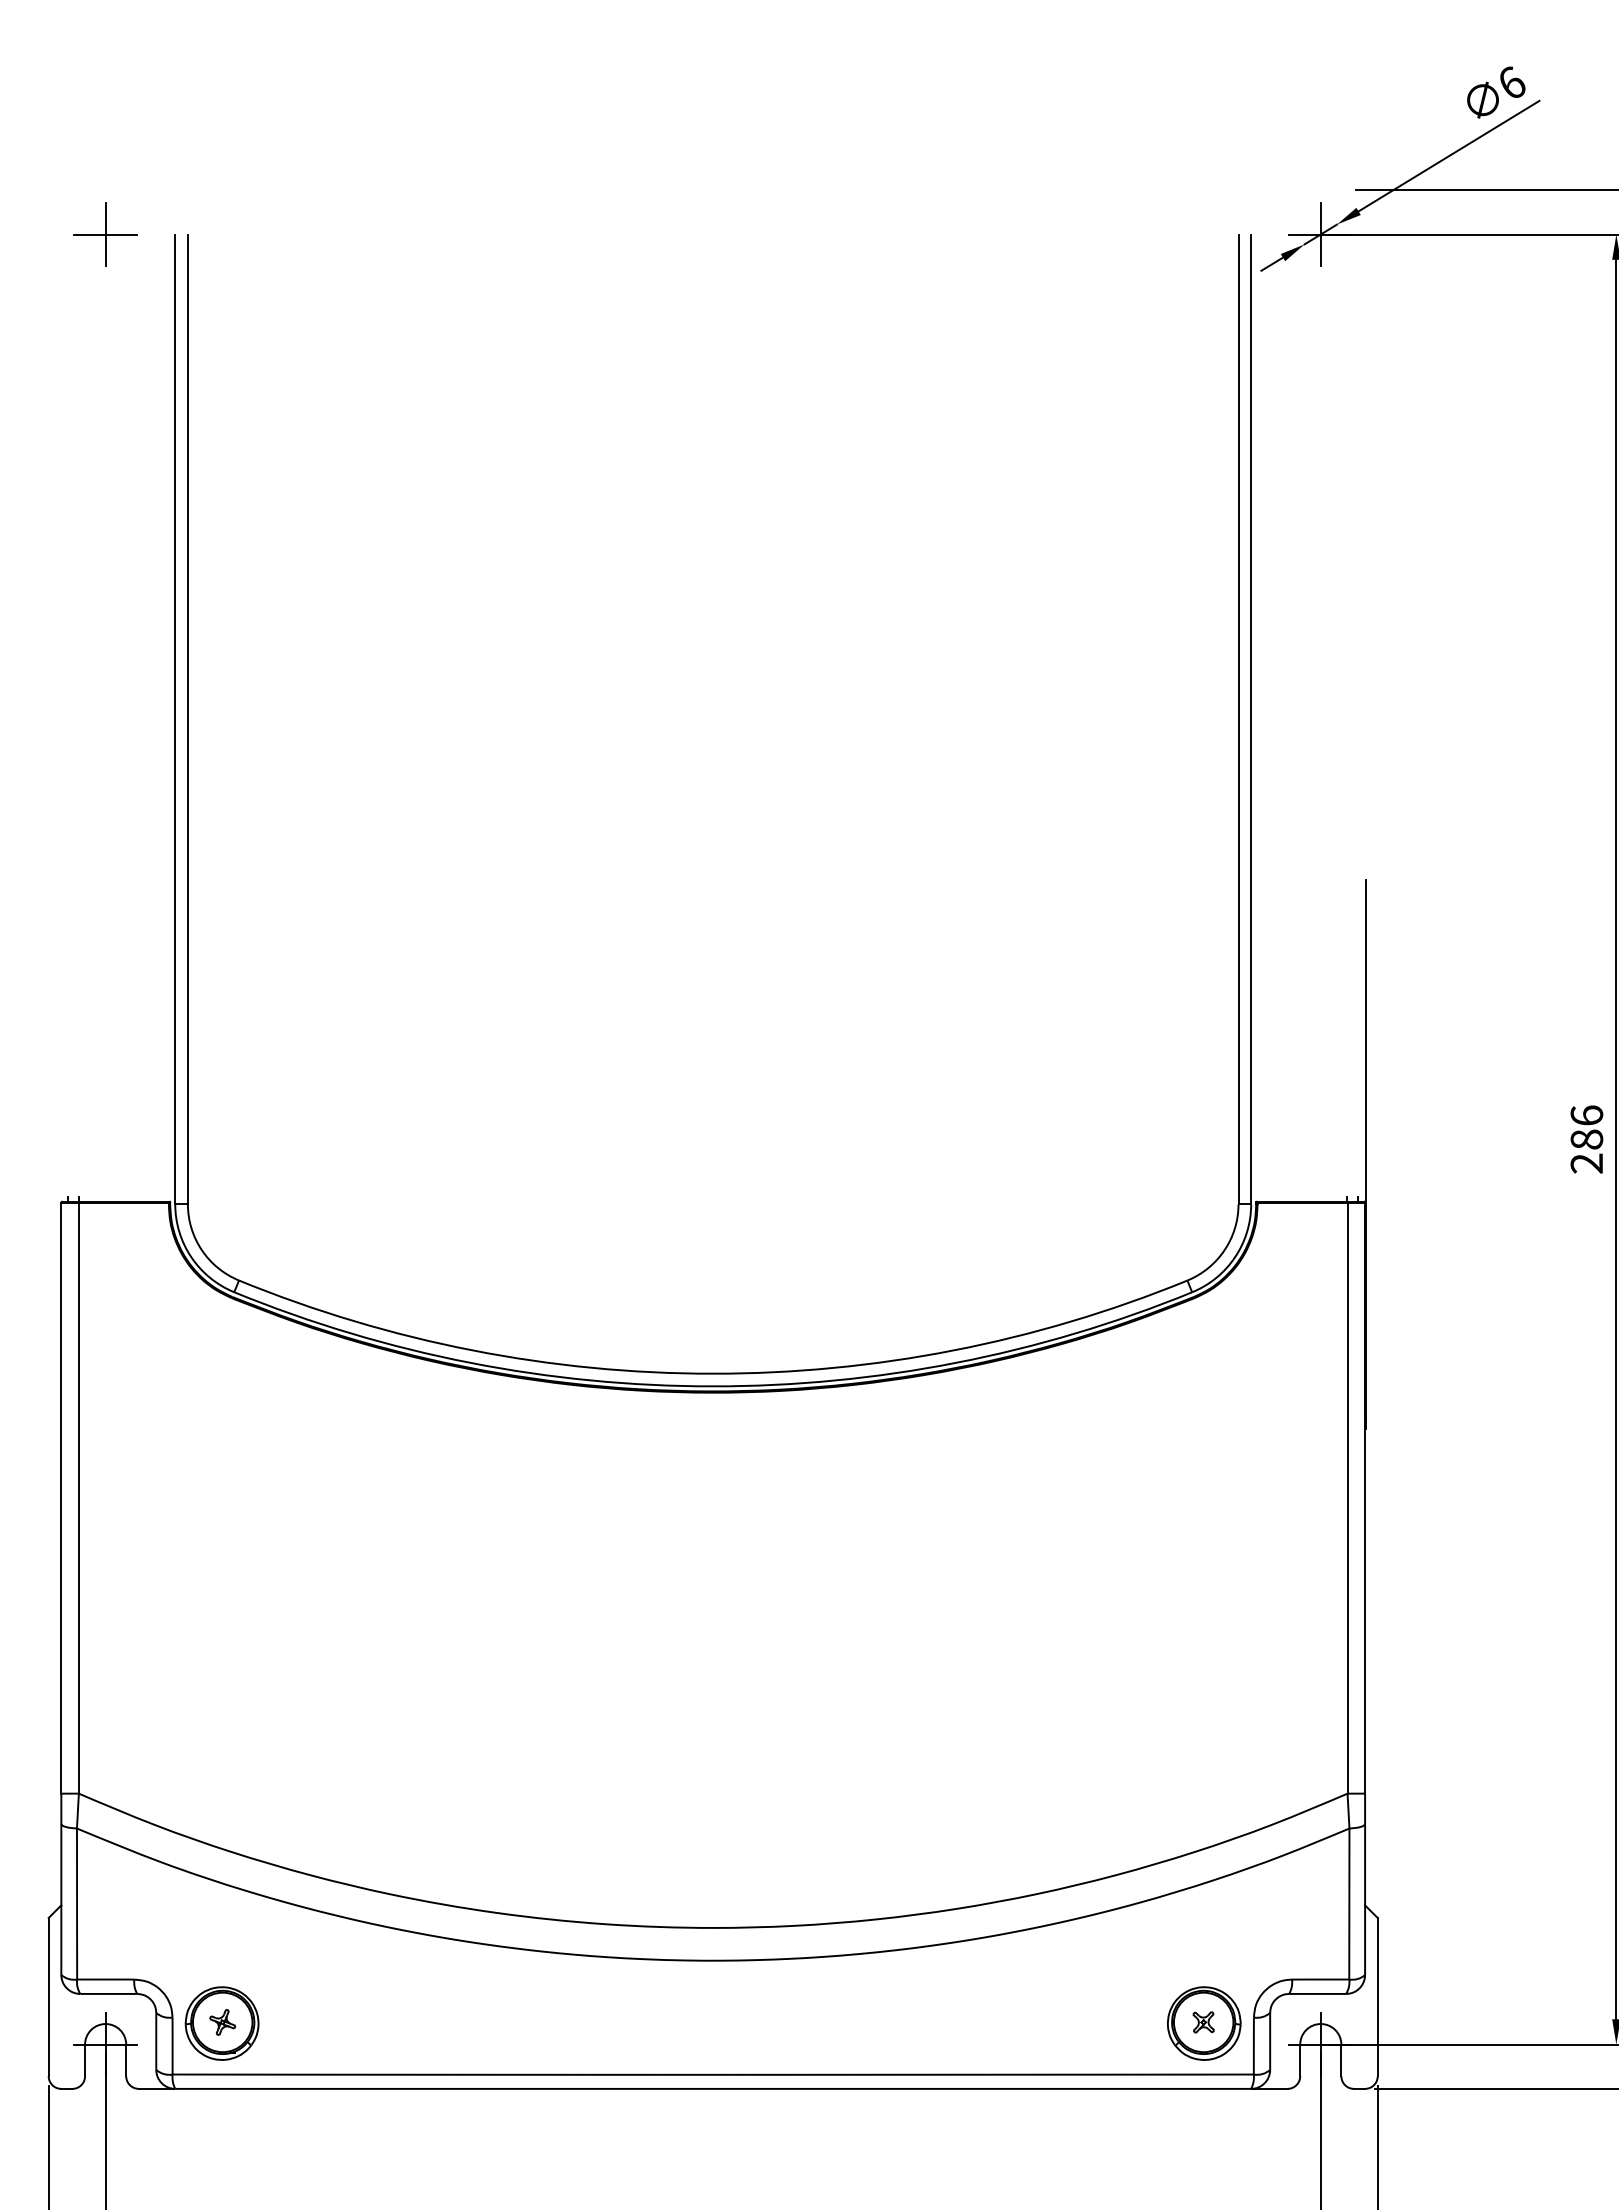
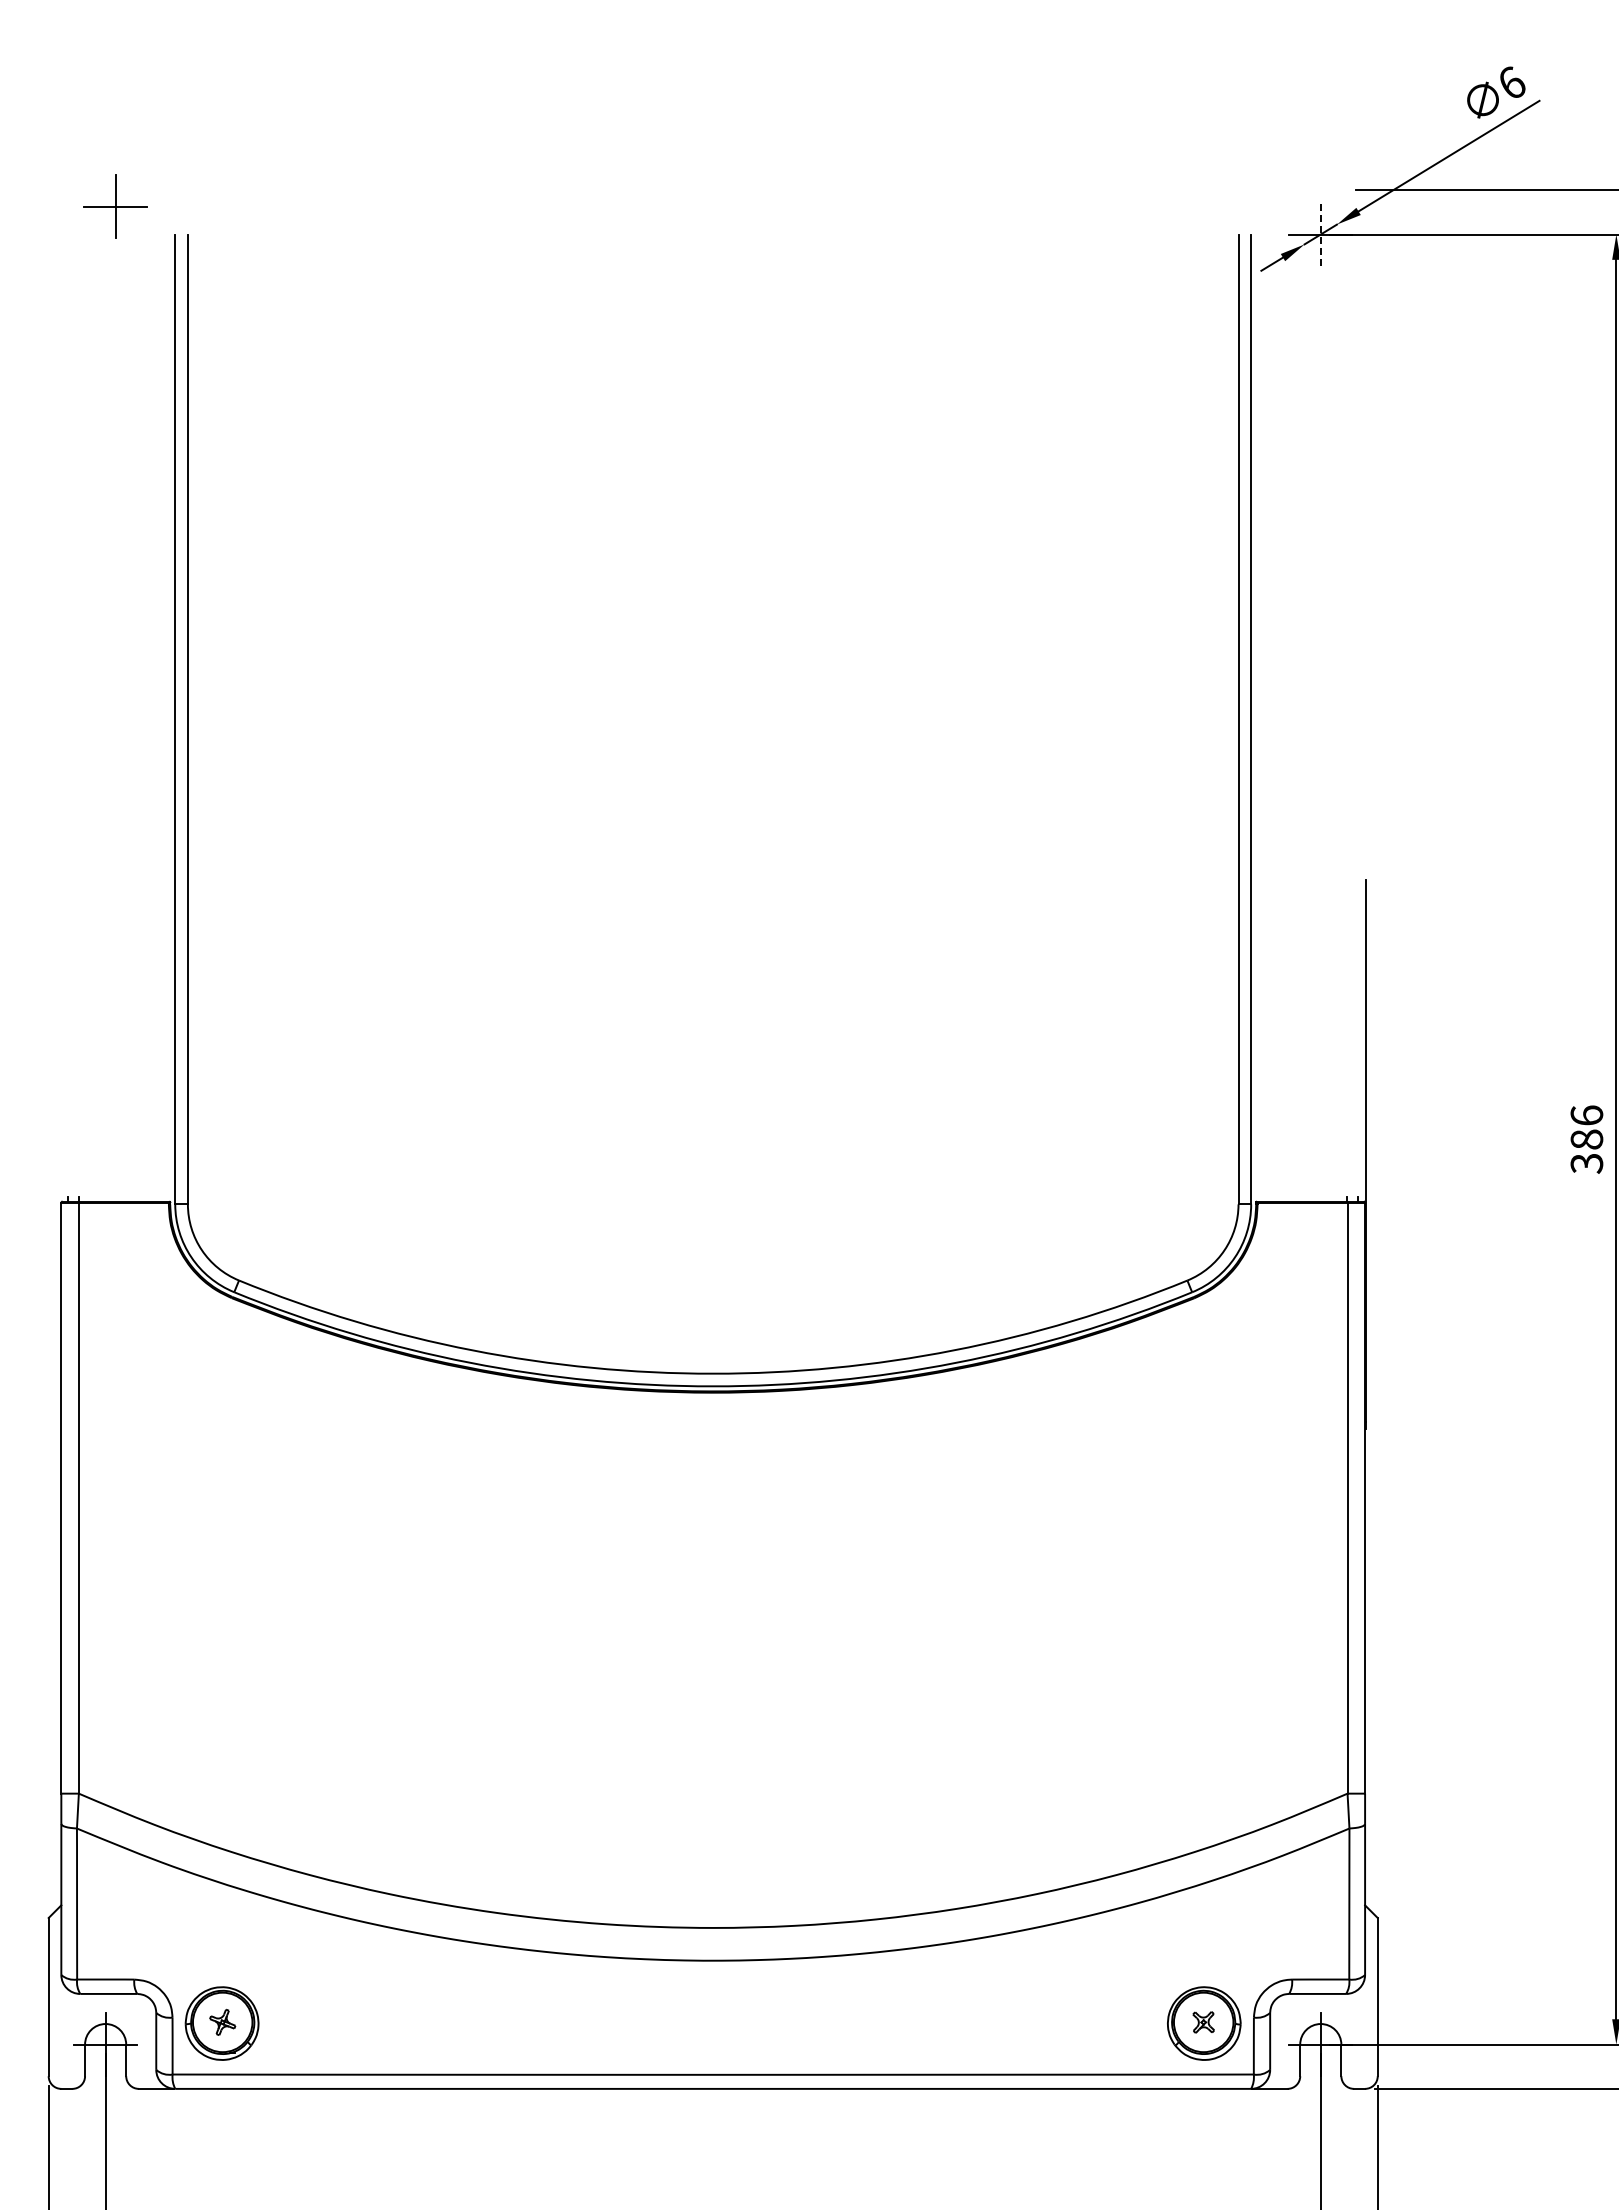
part at (105, 234) position: (105, 234) -> (115, 206)
line at (1320, 234): solid -> dashed
text at (1587, 1163): 286 -> 386
